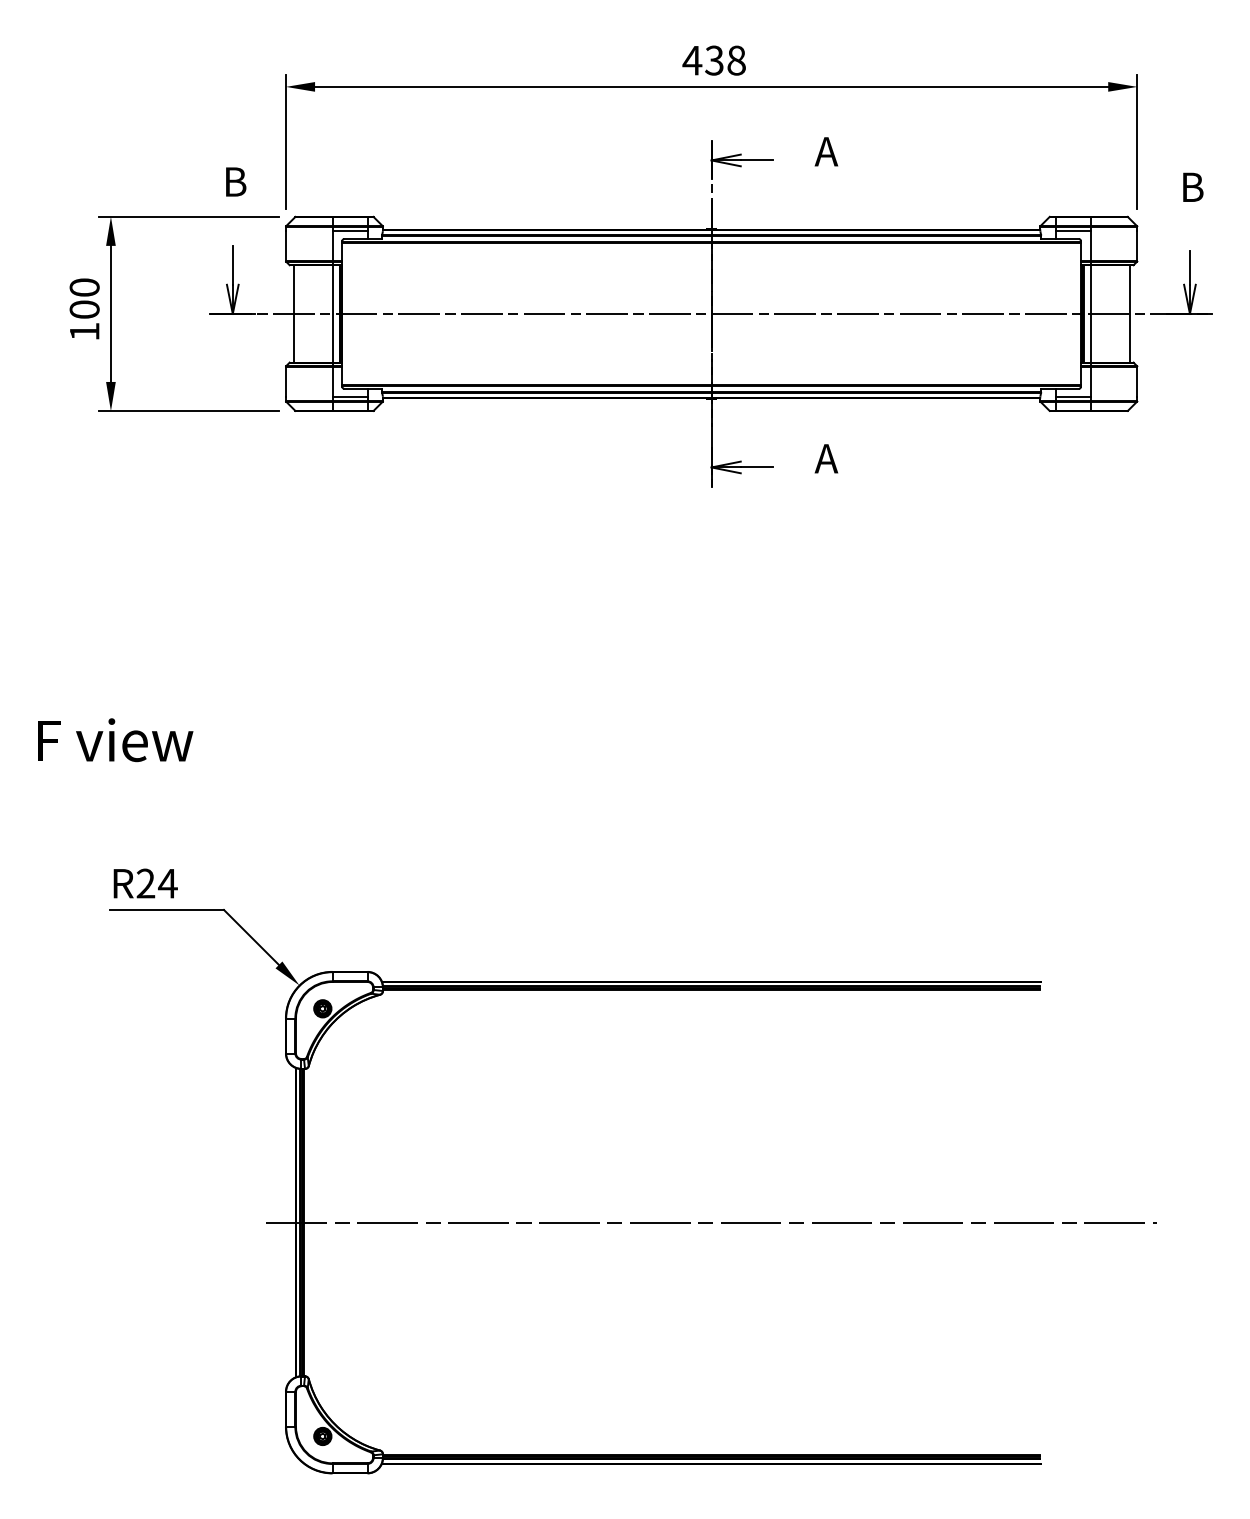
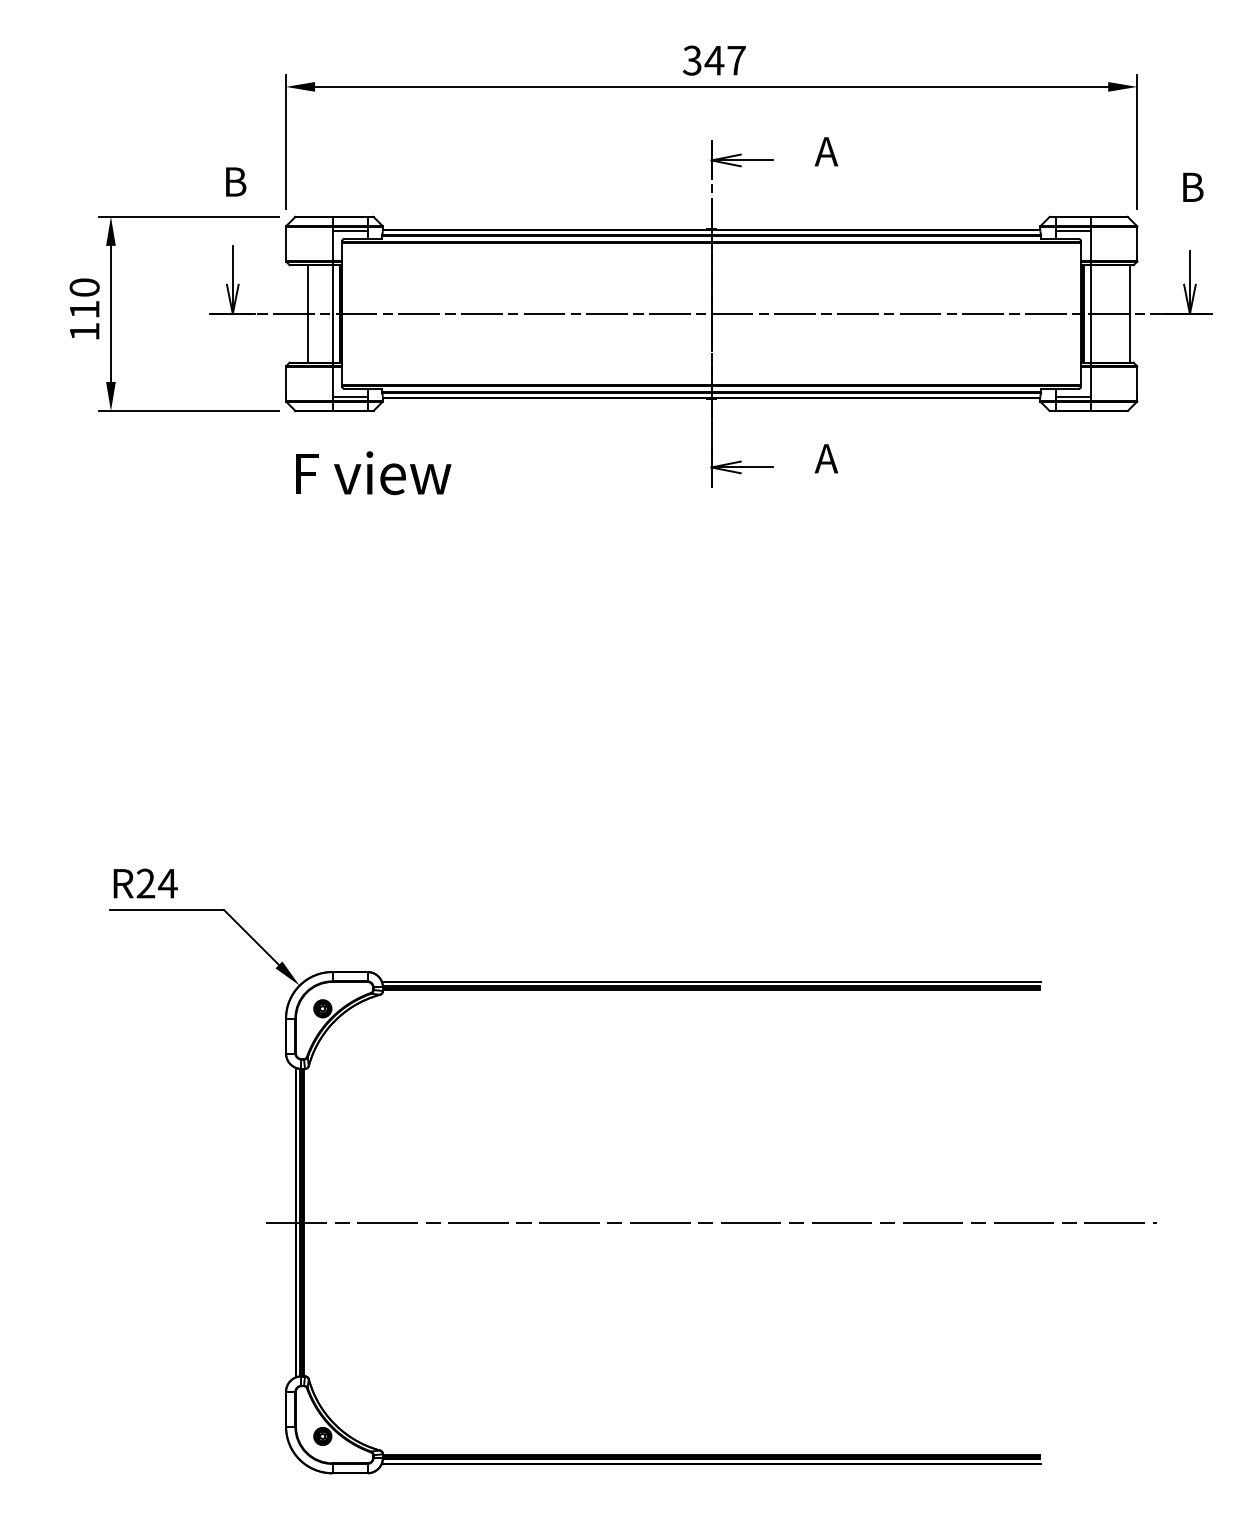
text at (713, 60): 438 -> 347
text at (84, 309): 100 -> 110
line at (293, 313) position: (293, 313) -> (307, 313)
text at (115, 740) position: (115, 740) -> (373, 473)
